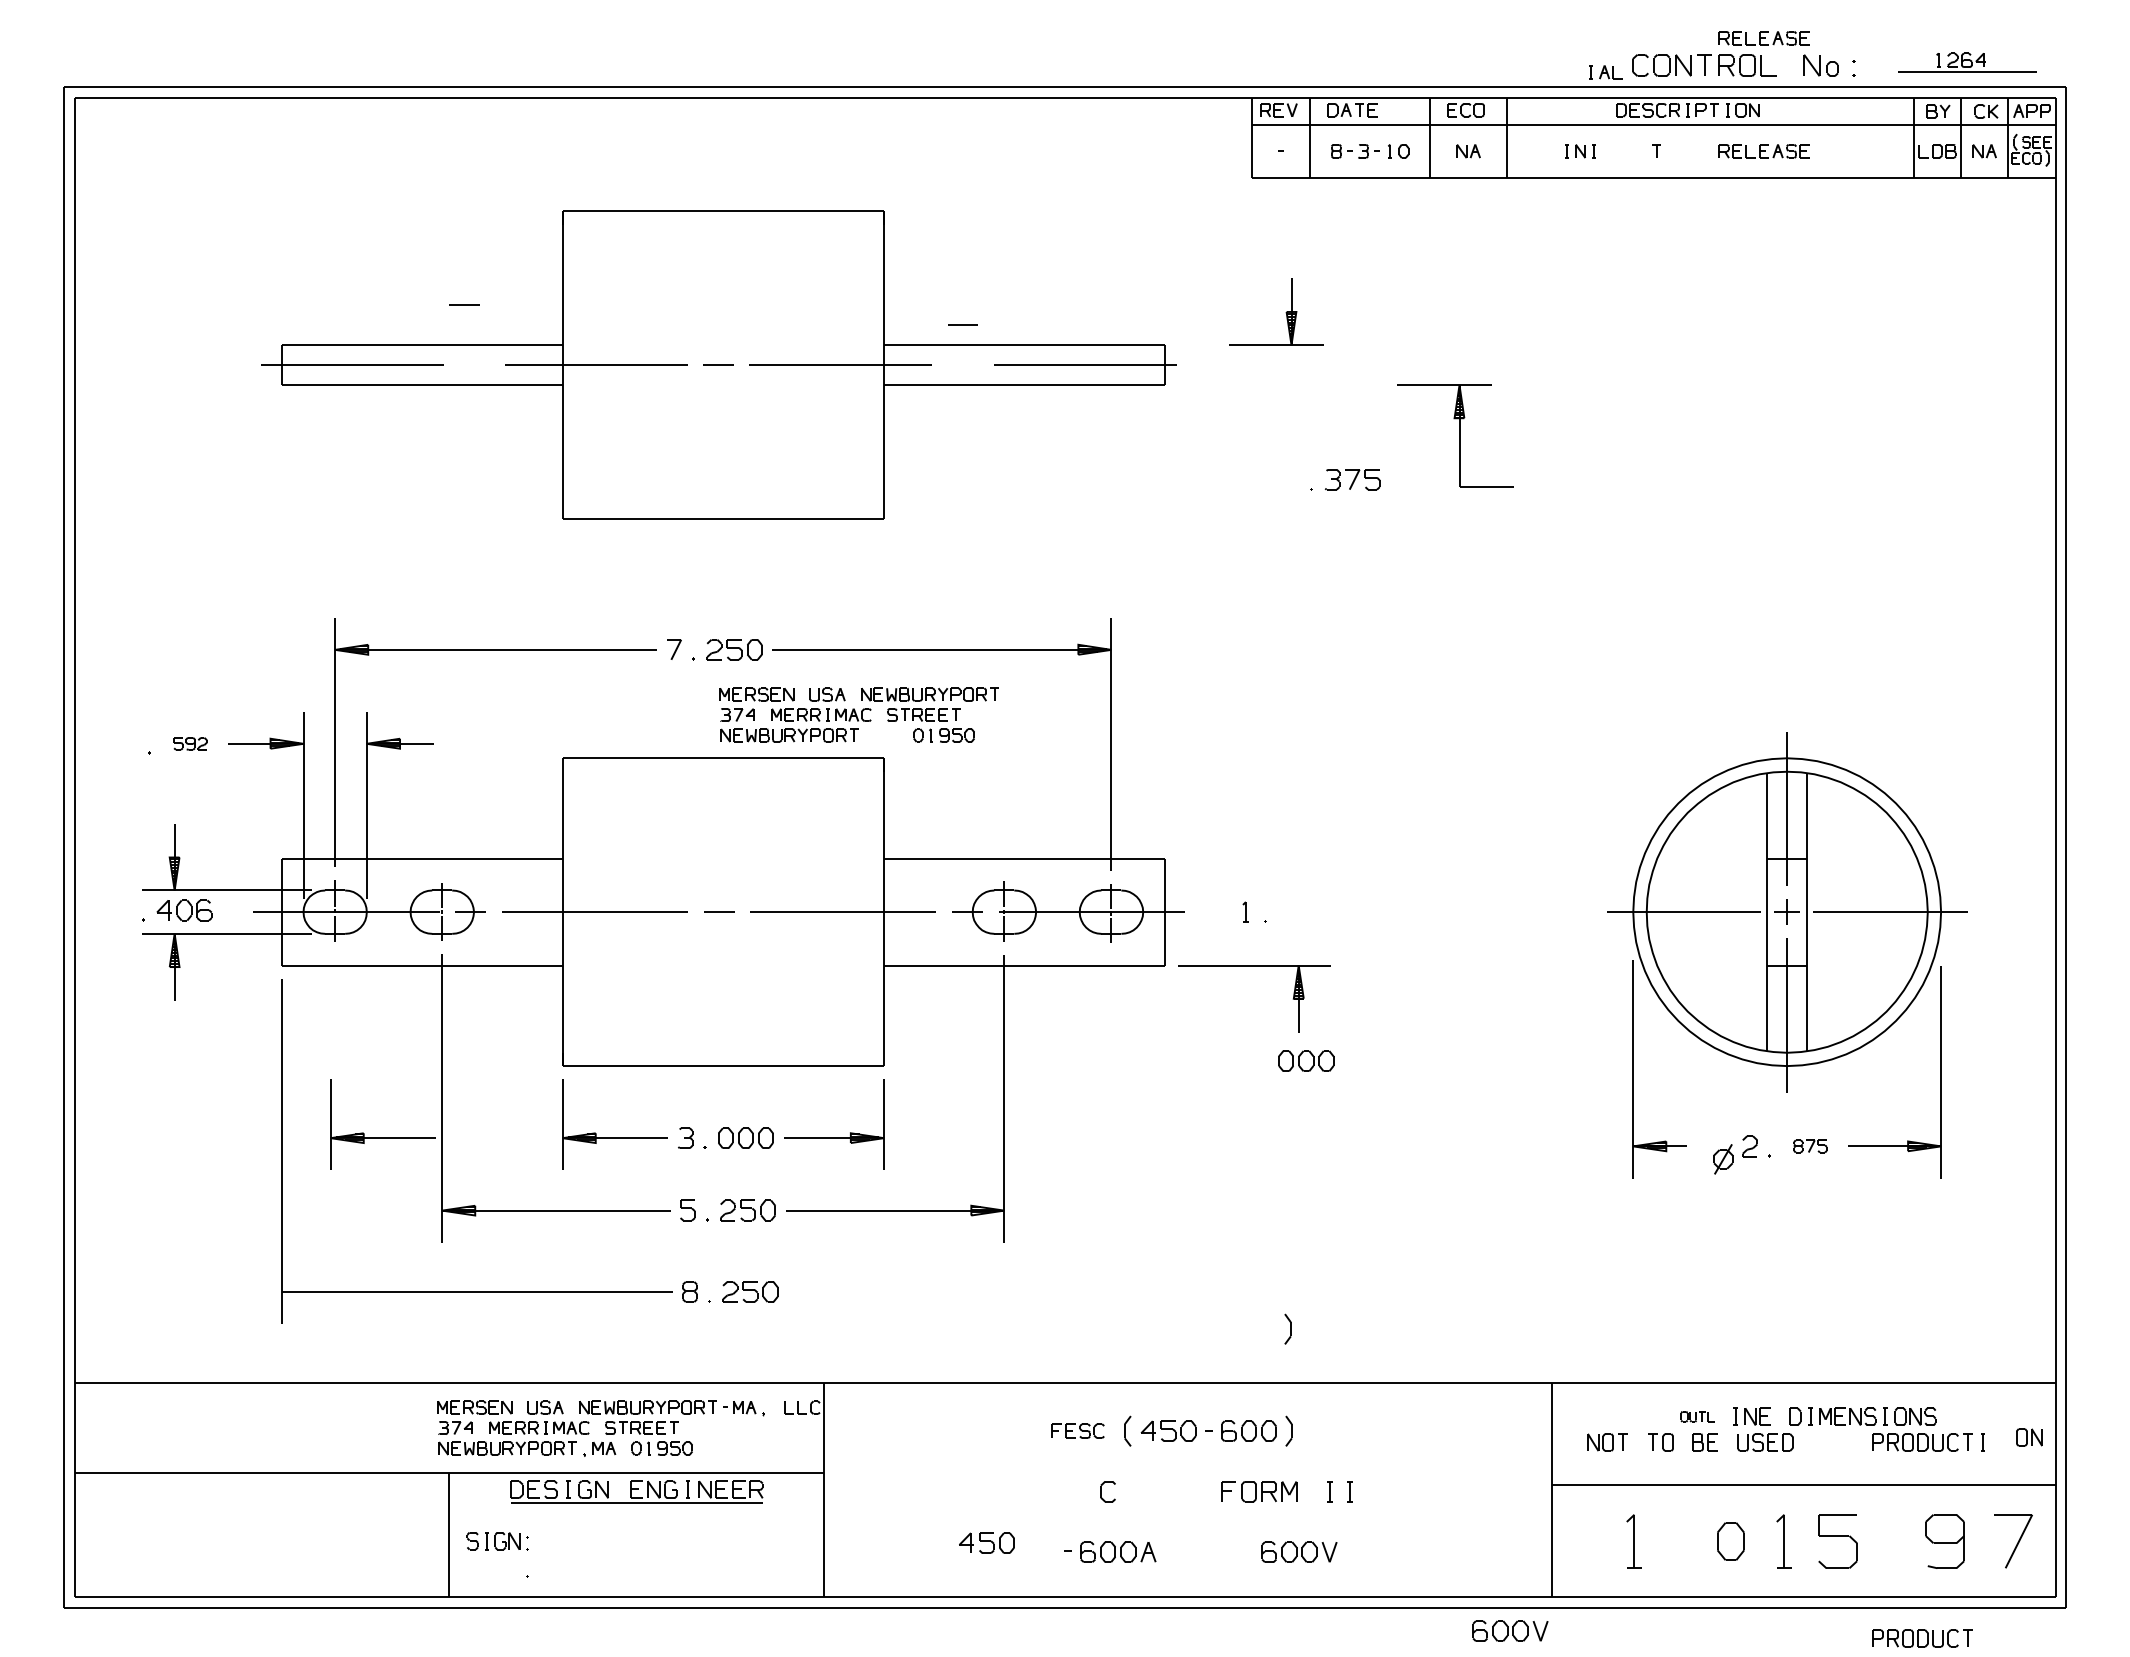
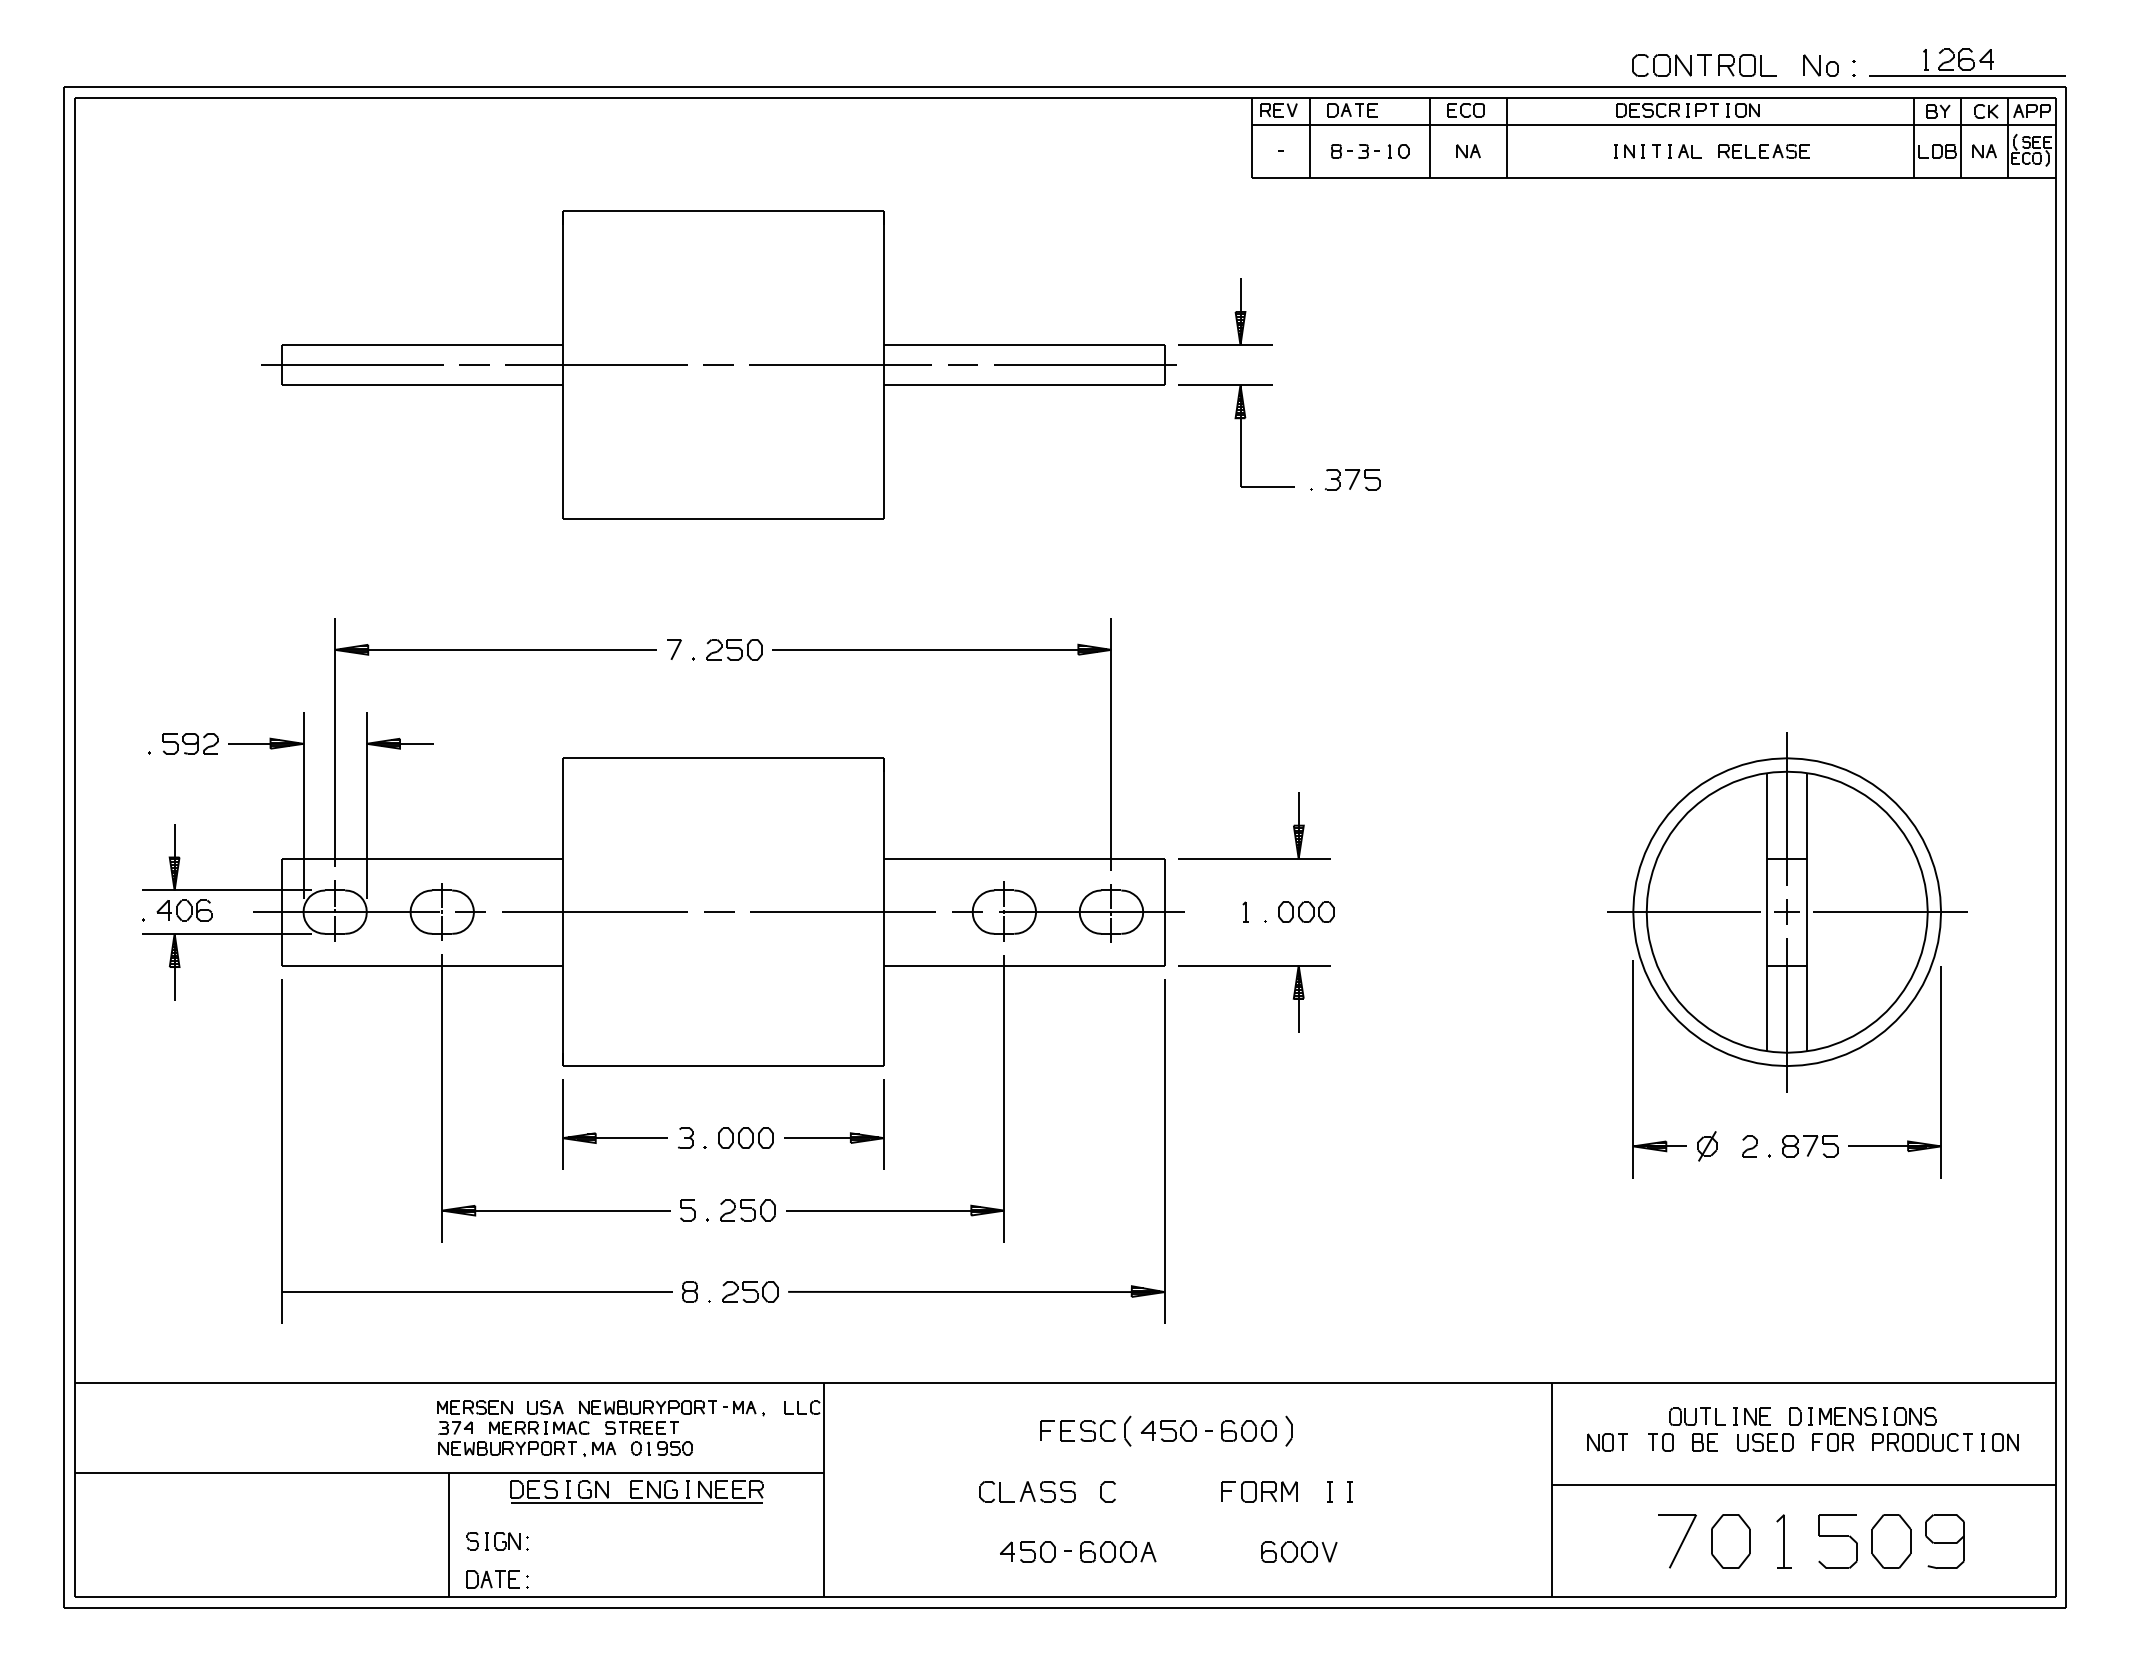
part at (1763, 38): present -> none
part at (1967, 62) size: 139x21 px -> 197x29 px
part at (1605, 72) position: (1605, 72) -> (1684, 151)
part at (1580, 151) position: (1580, 151) -> (1629, 151)
line at (464, 304) position: (464, 304) -> (474, 364)
part at (1285, 312) position: (1285, 312) -> (1234, 312)
line at (962, 324) position: (962, 324) -> (962, 364)
part at (1455, 435) position: (1455, 435) -> (1236, 435)
part at (858, 714): present -> none
part at (190, 743) size: 35x14 px -> 57x22 px
part at (1254, 858): none -> present
part at (1306, 1060) position: (1306, 1060) -> (1306, 911)
part at (382, 1137): present -> none
part at (1810, 1146) size: 35x15 px -> 57x23 px
part at (1723, 1159) position: (1723, 1159) -> (1707, 1146)
part at (976, 1291): none -> present
part at (1287, 1328): present -> none
part at (1697, 1416) size: 35x12 px -> 57x19 px
part at (1077, 1430) size: 54x16 px -> 76x22 px
part at (2029, 1437) position: (2029, 1437) -> (2005, 1442)
part at (1832, 1442): none -> present
part at (1027, 1491): none -> present
part at (1633, 1541): present -> none
part at (1730, 1541) size: 28x39 px -> 40x55 px
part at (1891, 1541): none -> present
part at (2013, 1541) position: (2013, 1541) -> (1677, 1541)
part at (986, 1542) position: (986, 1542) -> (1027, 1551)
part at (497, 1579): none -> present
part at (1510, 1630): present -> none
part at (1922, 1638): present -> none
